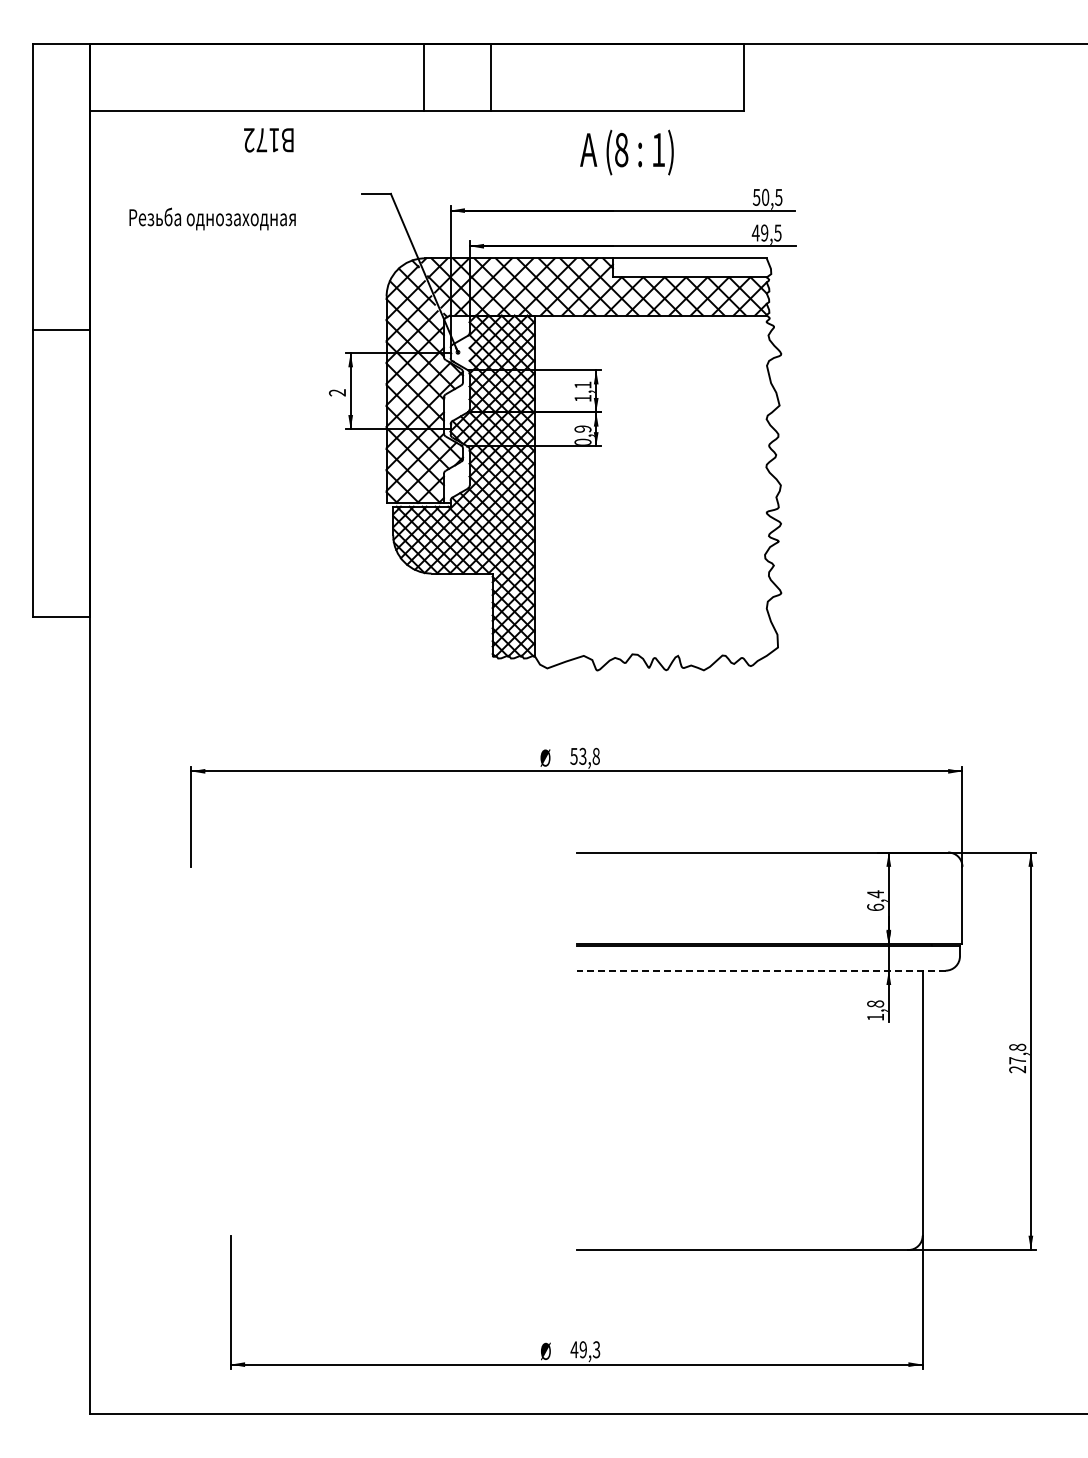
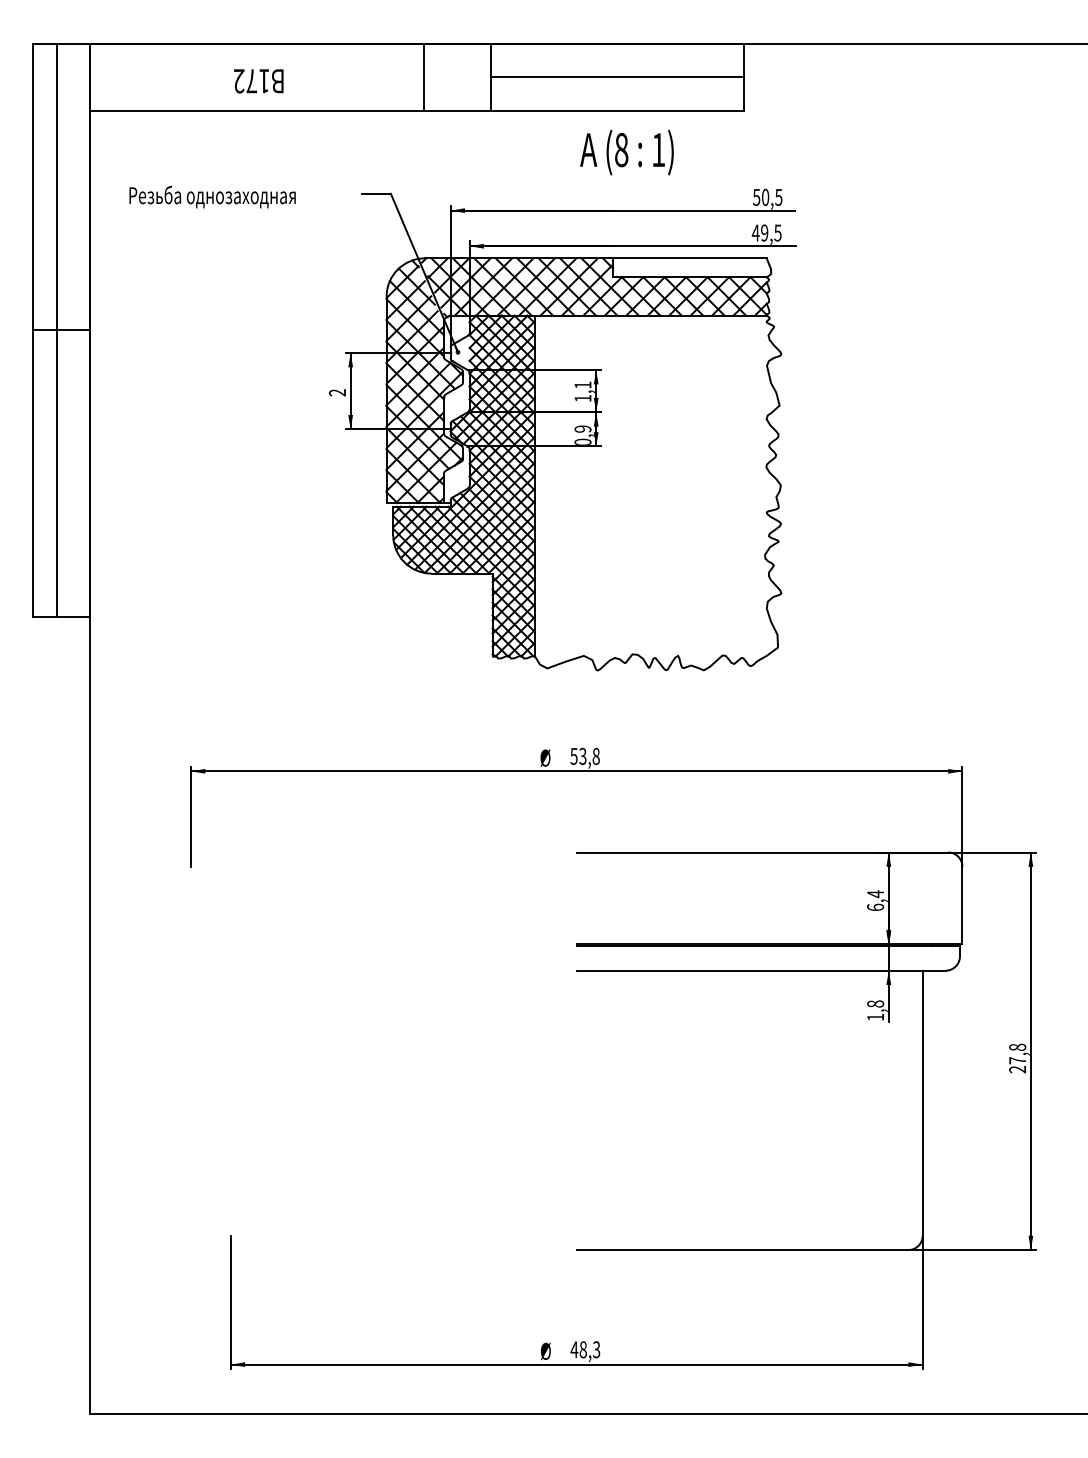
line at (617, 77): none -> present
text at (268, 140) position: (268, 140) -> (258, 81)
text at (212, 218) position: (212, 218) -> (212, 196)
line at (56, 329): none -> present
line at (760, 970): dashed -> solid
text at (582, 1349): 49,3 -> 48,3
